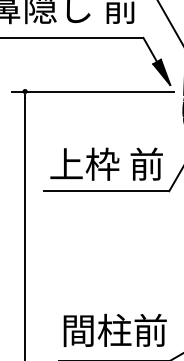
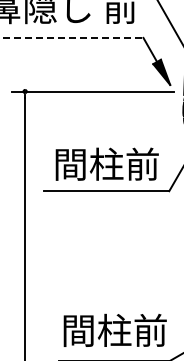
line at (71, 37): solid -> dashed
text at (106, 163): 上枠 前 -> 間柱前
